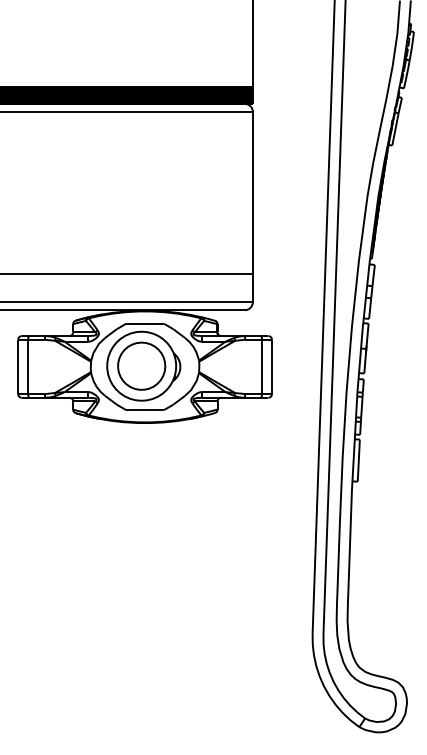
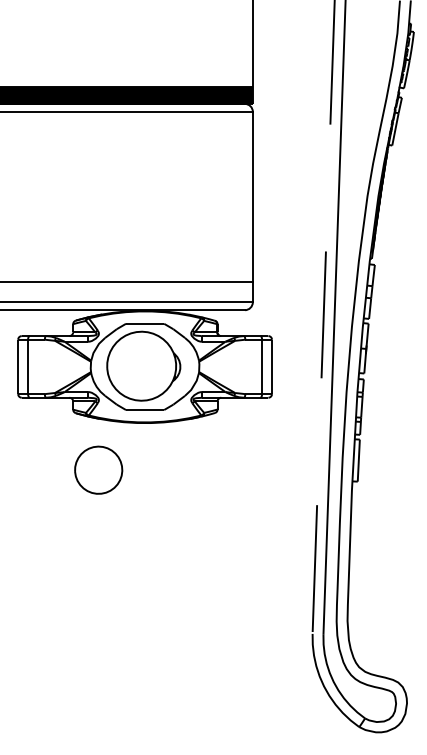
line at (127, 274) position: (127, 274) -> (127, 282)
line at (323, 317): solid -> dashed
part at (141, 365) position: (141, 365) -> (98, 469)
